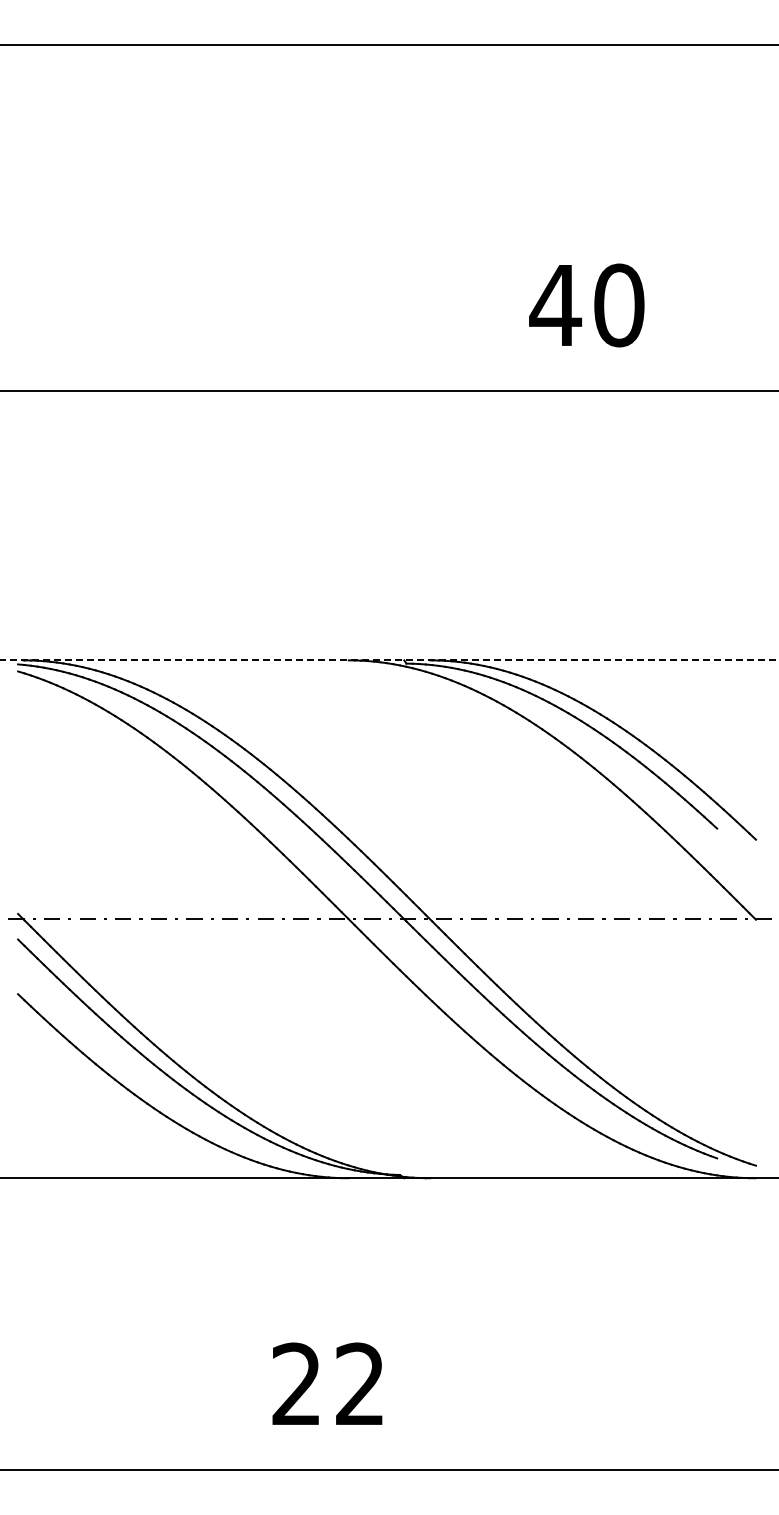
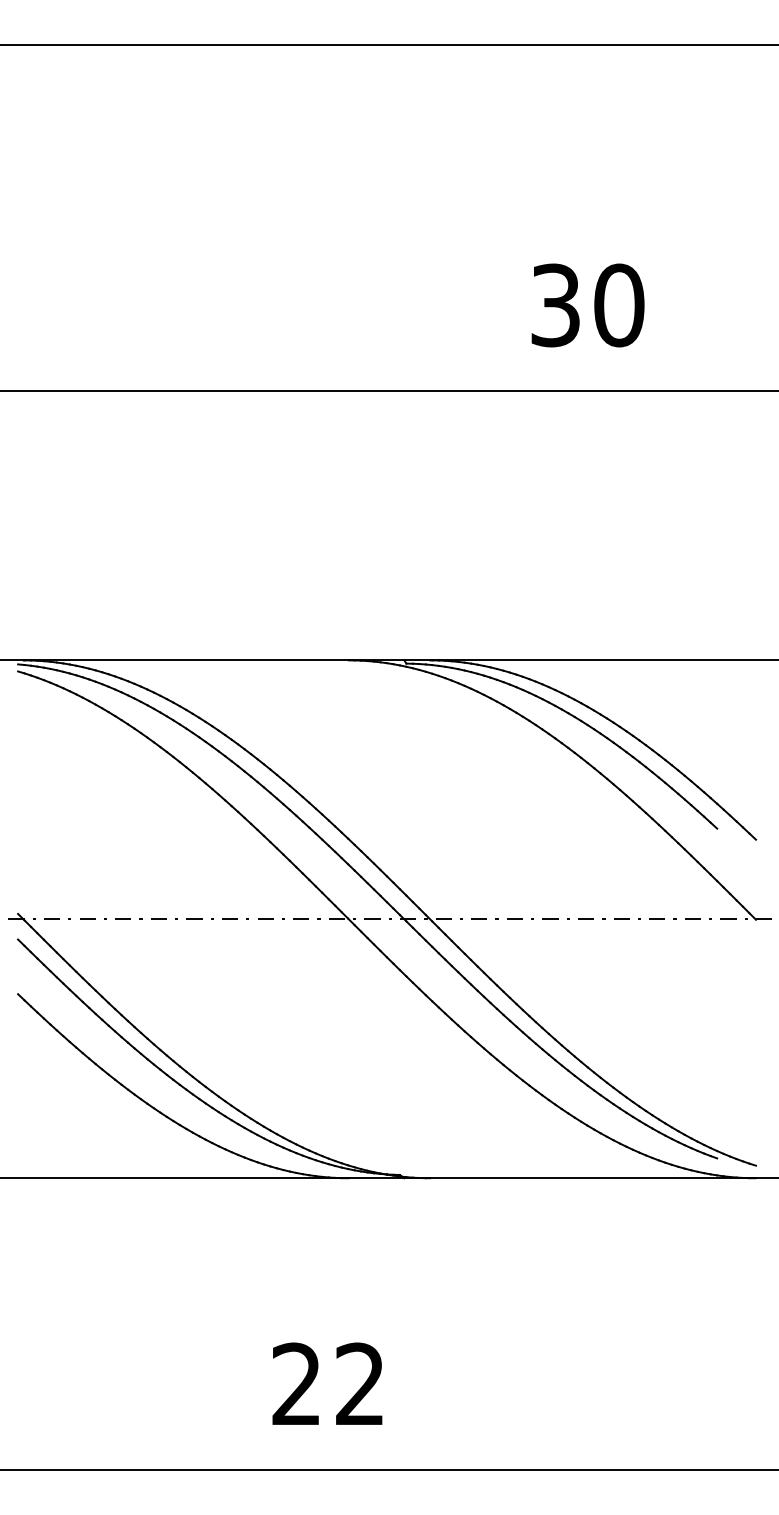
text at (555, 305): 40 -> 30
line at (389, 660): dashed -> solid
